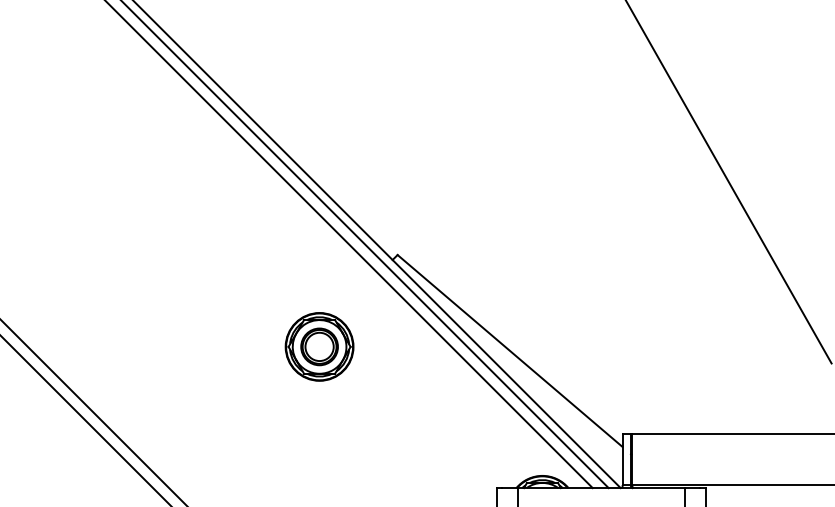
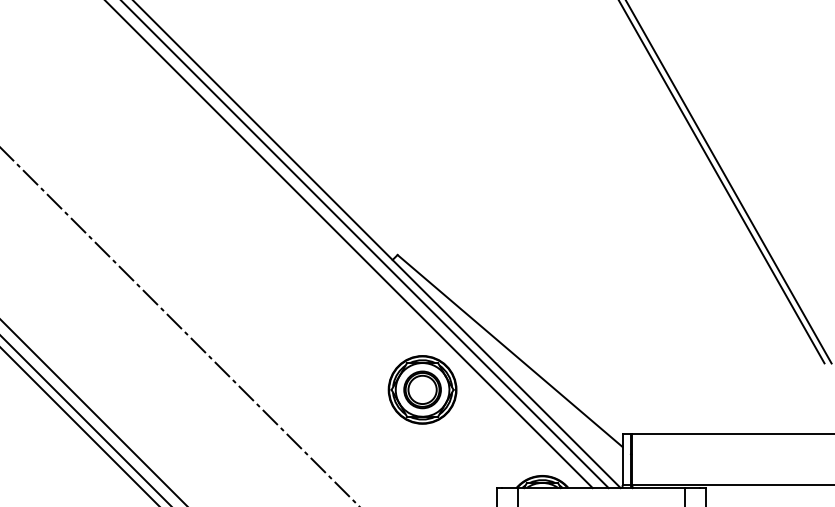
line at (721, 182): none -> present
line at (179, 326): none -> present
part at (319, 346) position: (319, 346) -> (422, 389)
line at (79, 426): none -> present
